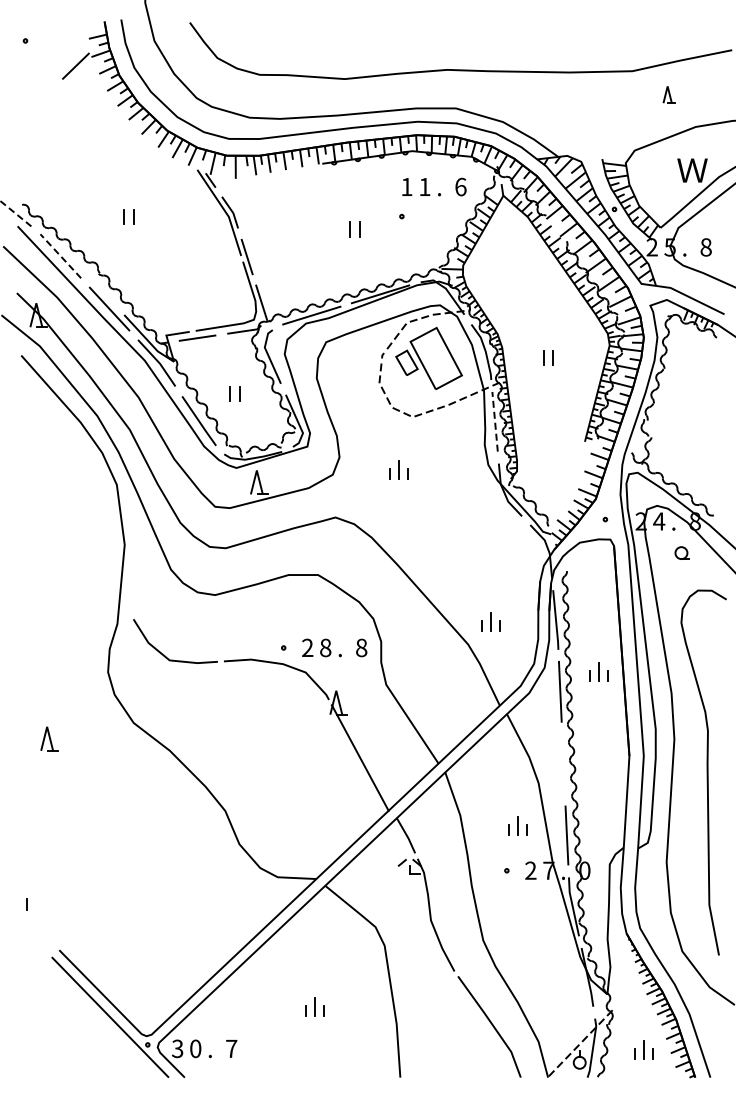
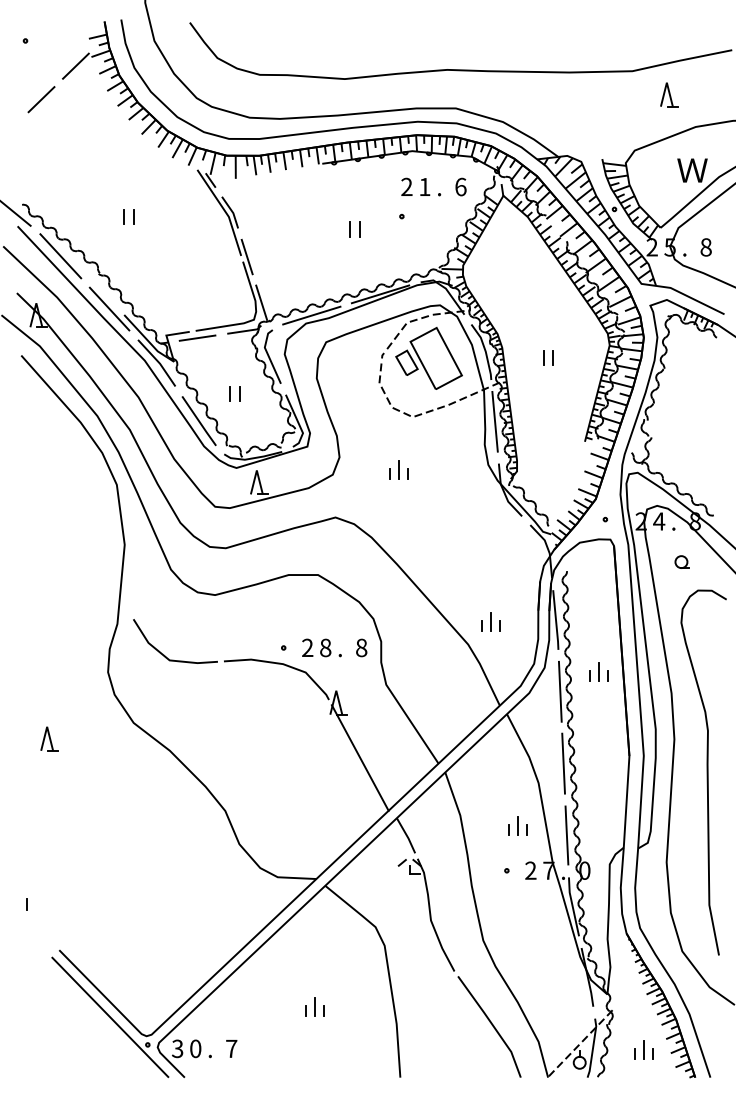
part at (668, 94) size: 14x18 px -> 19x26 px
line at (41, 99): none -> present
text at (406, 186): 1 -> 2
line at (15, 213): dashed -> solid
line at (60, 256): dashed -> solid
line at (495, 421): dashed -> solid
part at (681, 552) position: (681, 552) -> (681, 561)
line at (563, 763): none -> present
